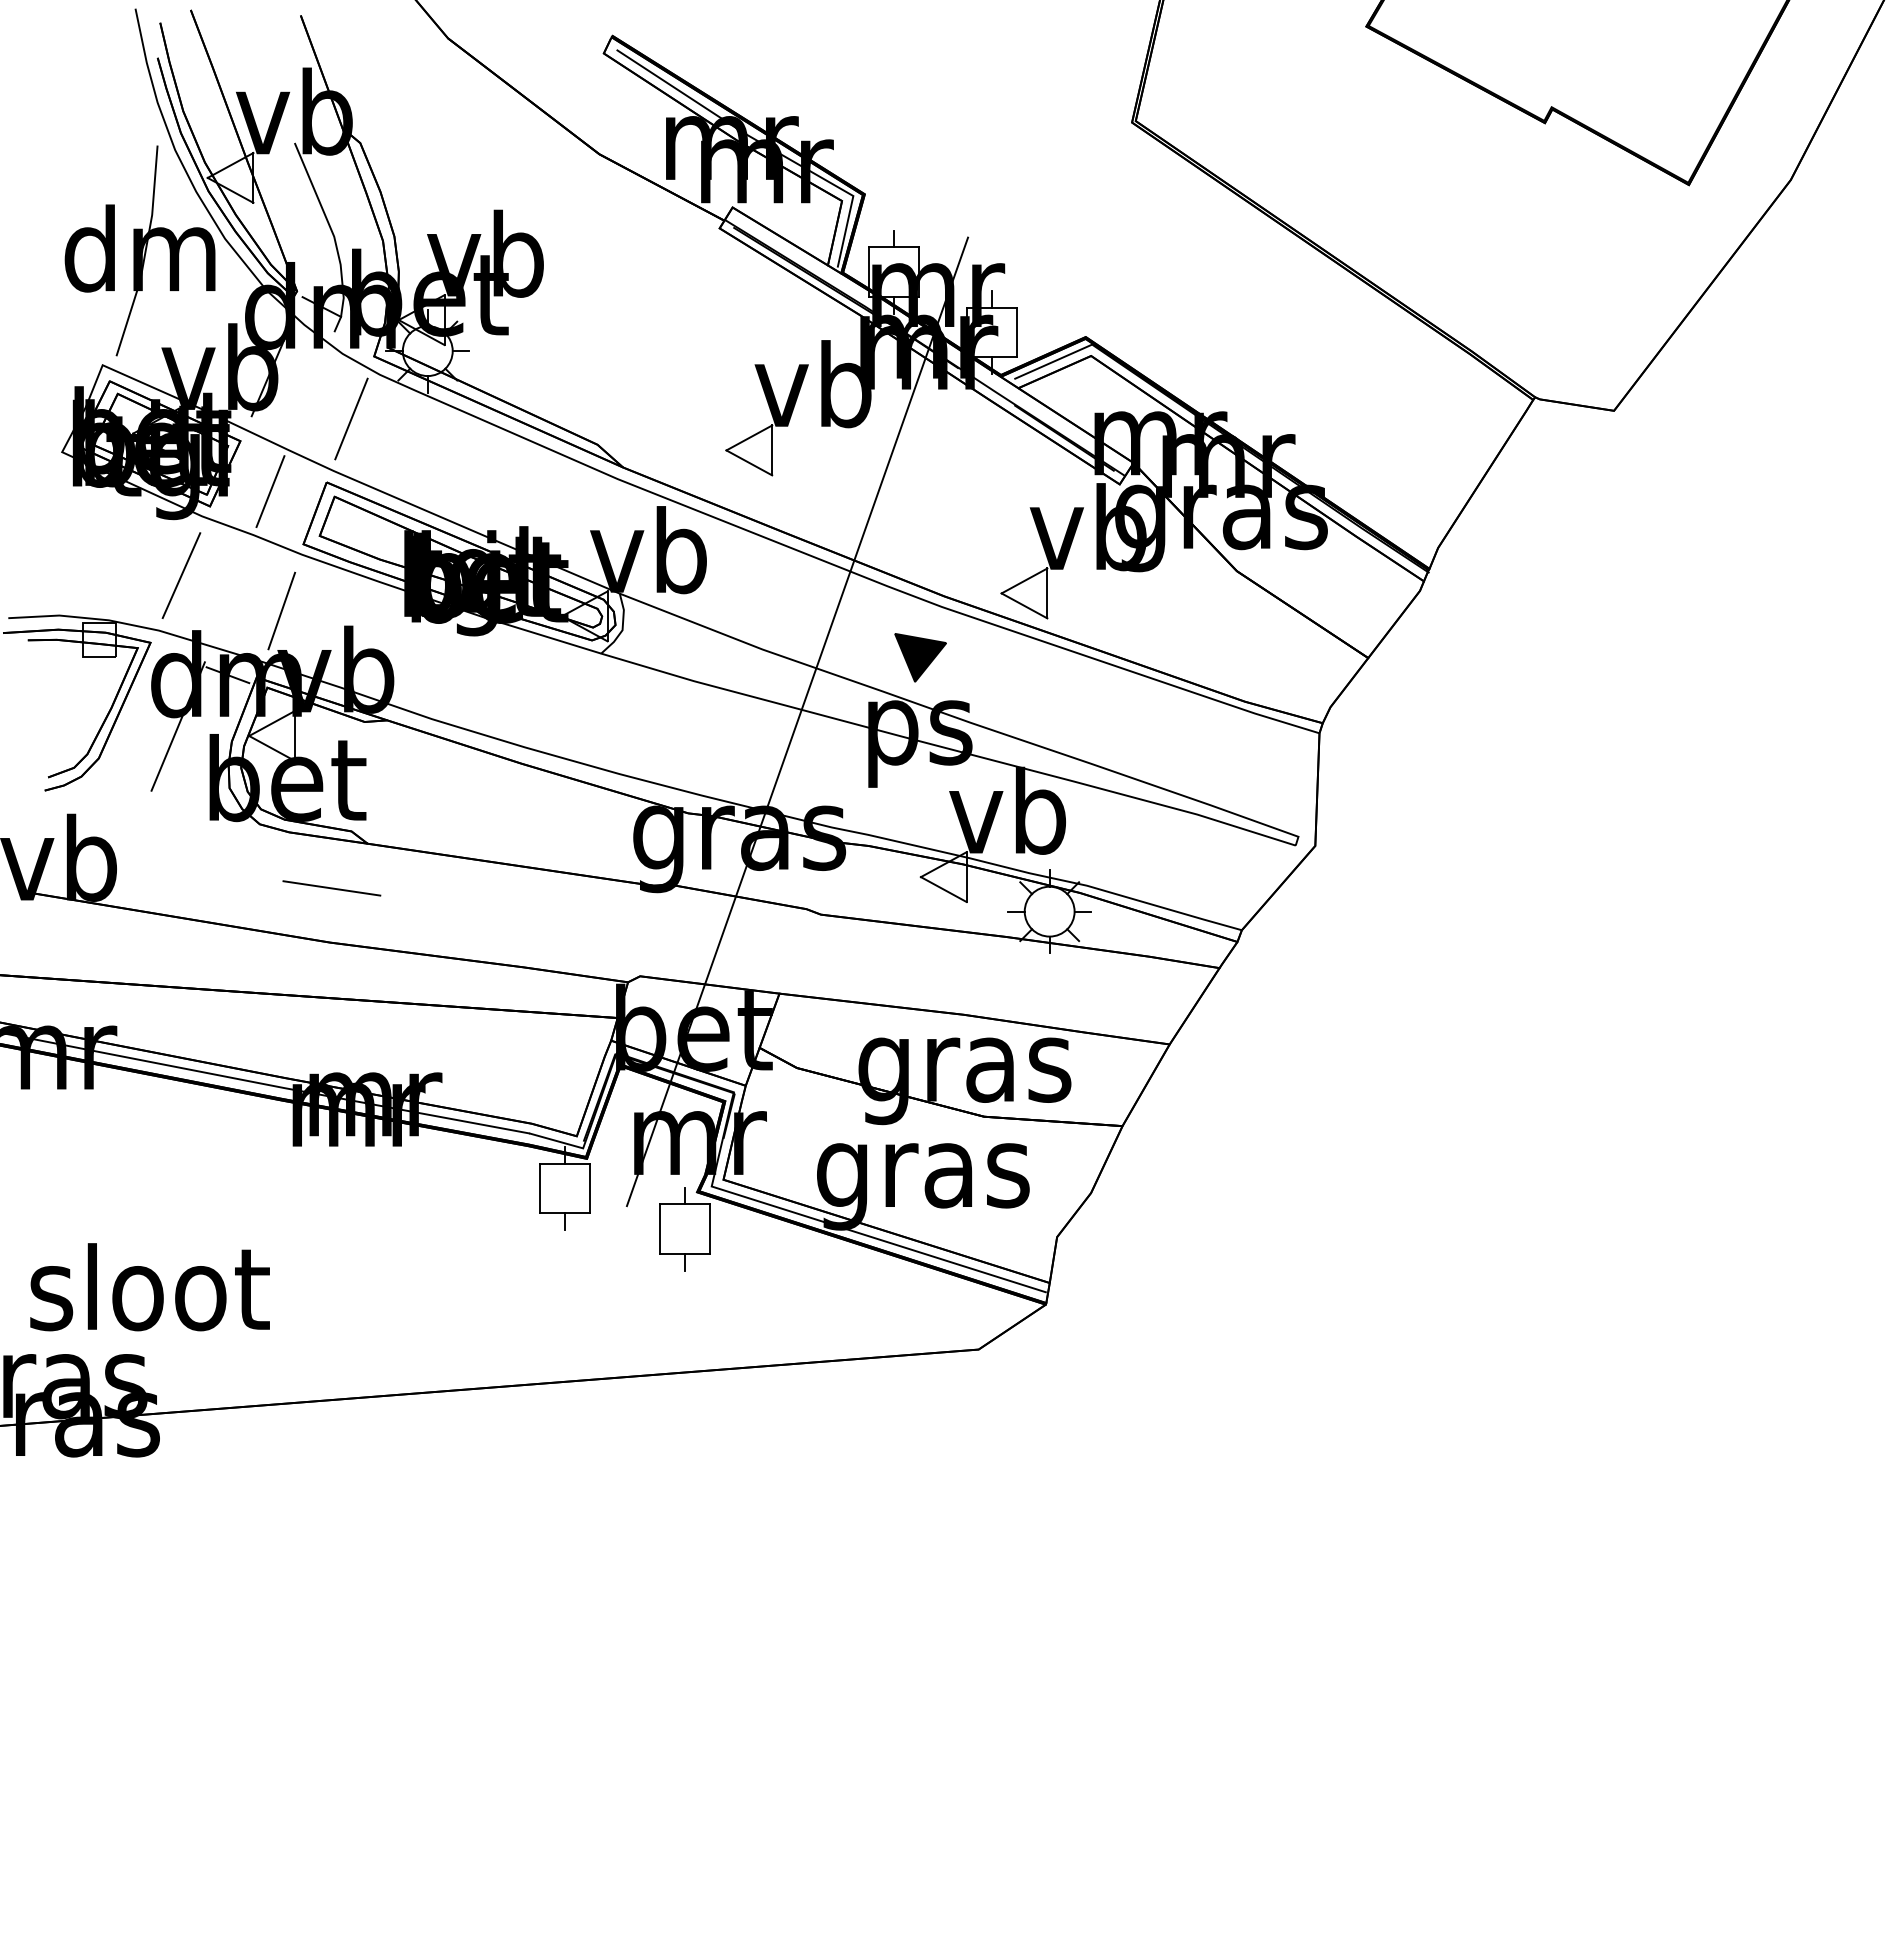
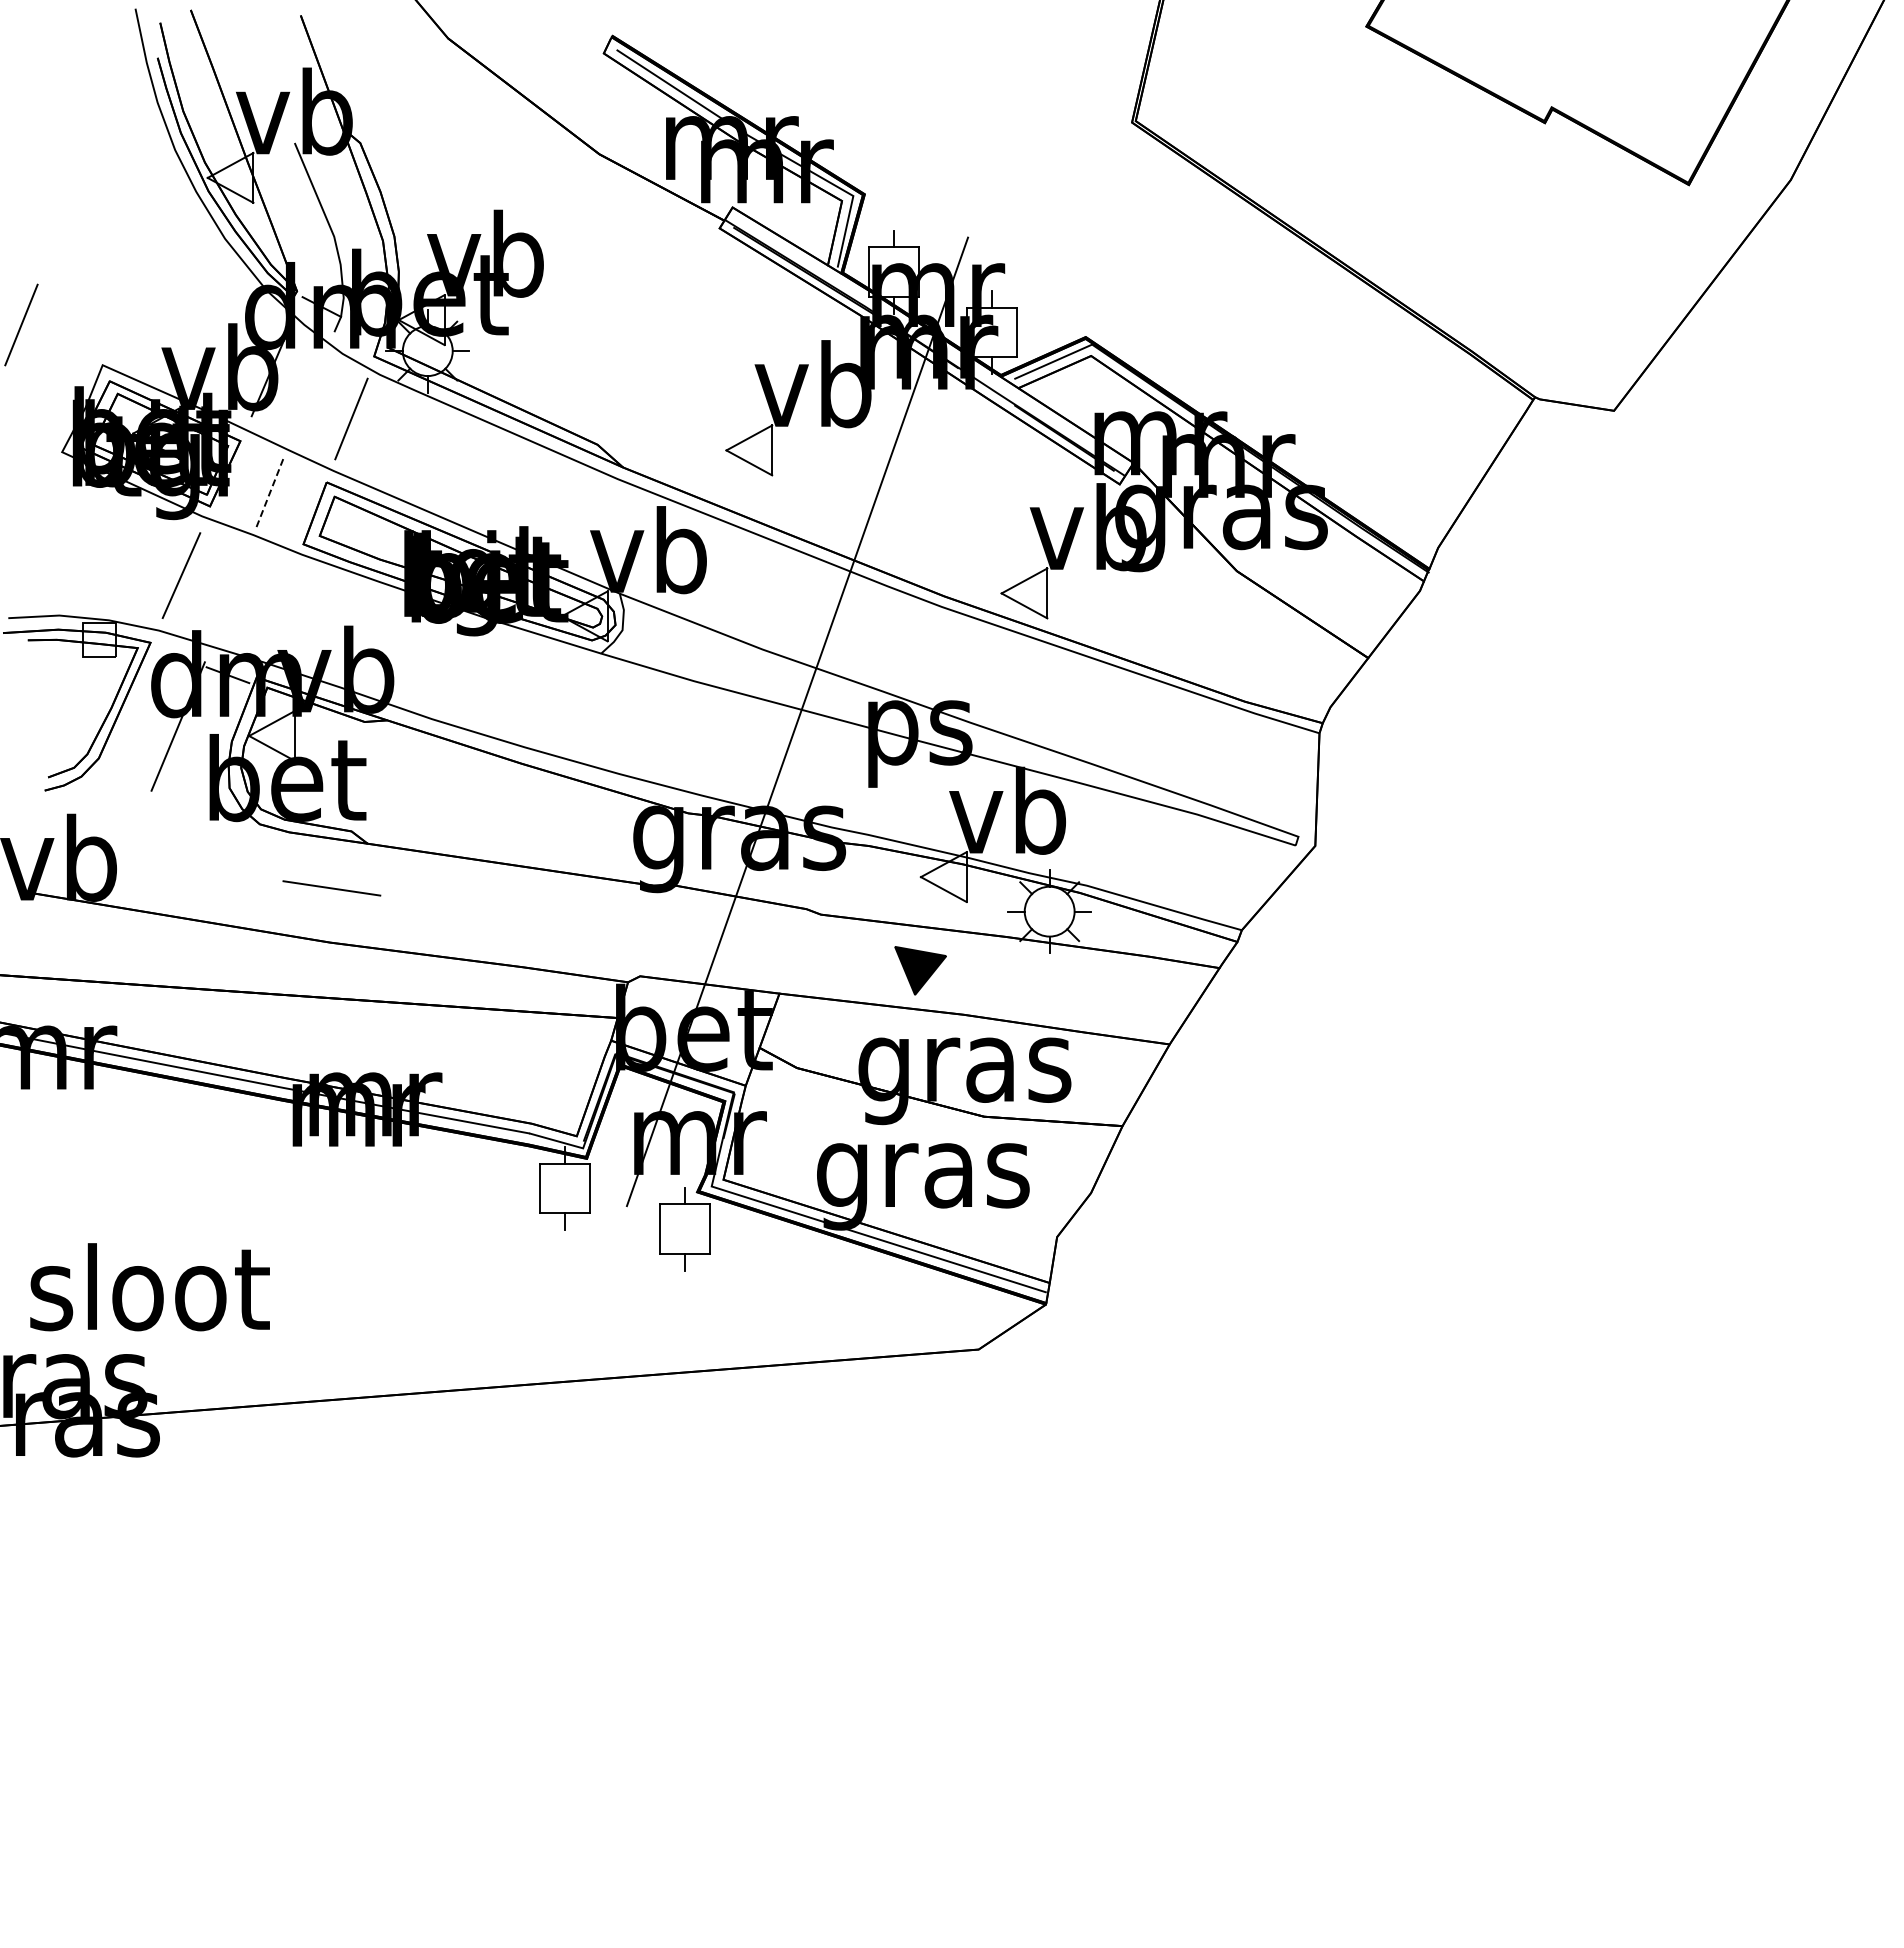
part at (139, 250): present -> none
line at (21, 324): none -> present
line at (270, 491): solid -> dashed
line at (281, 610): present -> none
part at (920, 657) position: (920, 657) -> (920, 970)
